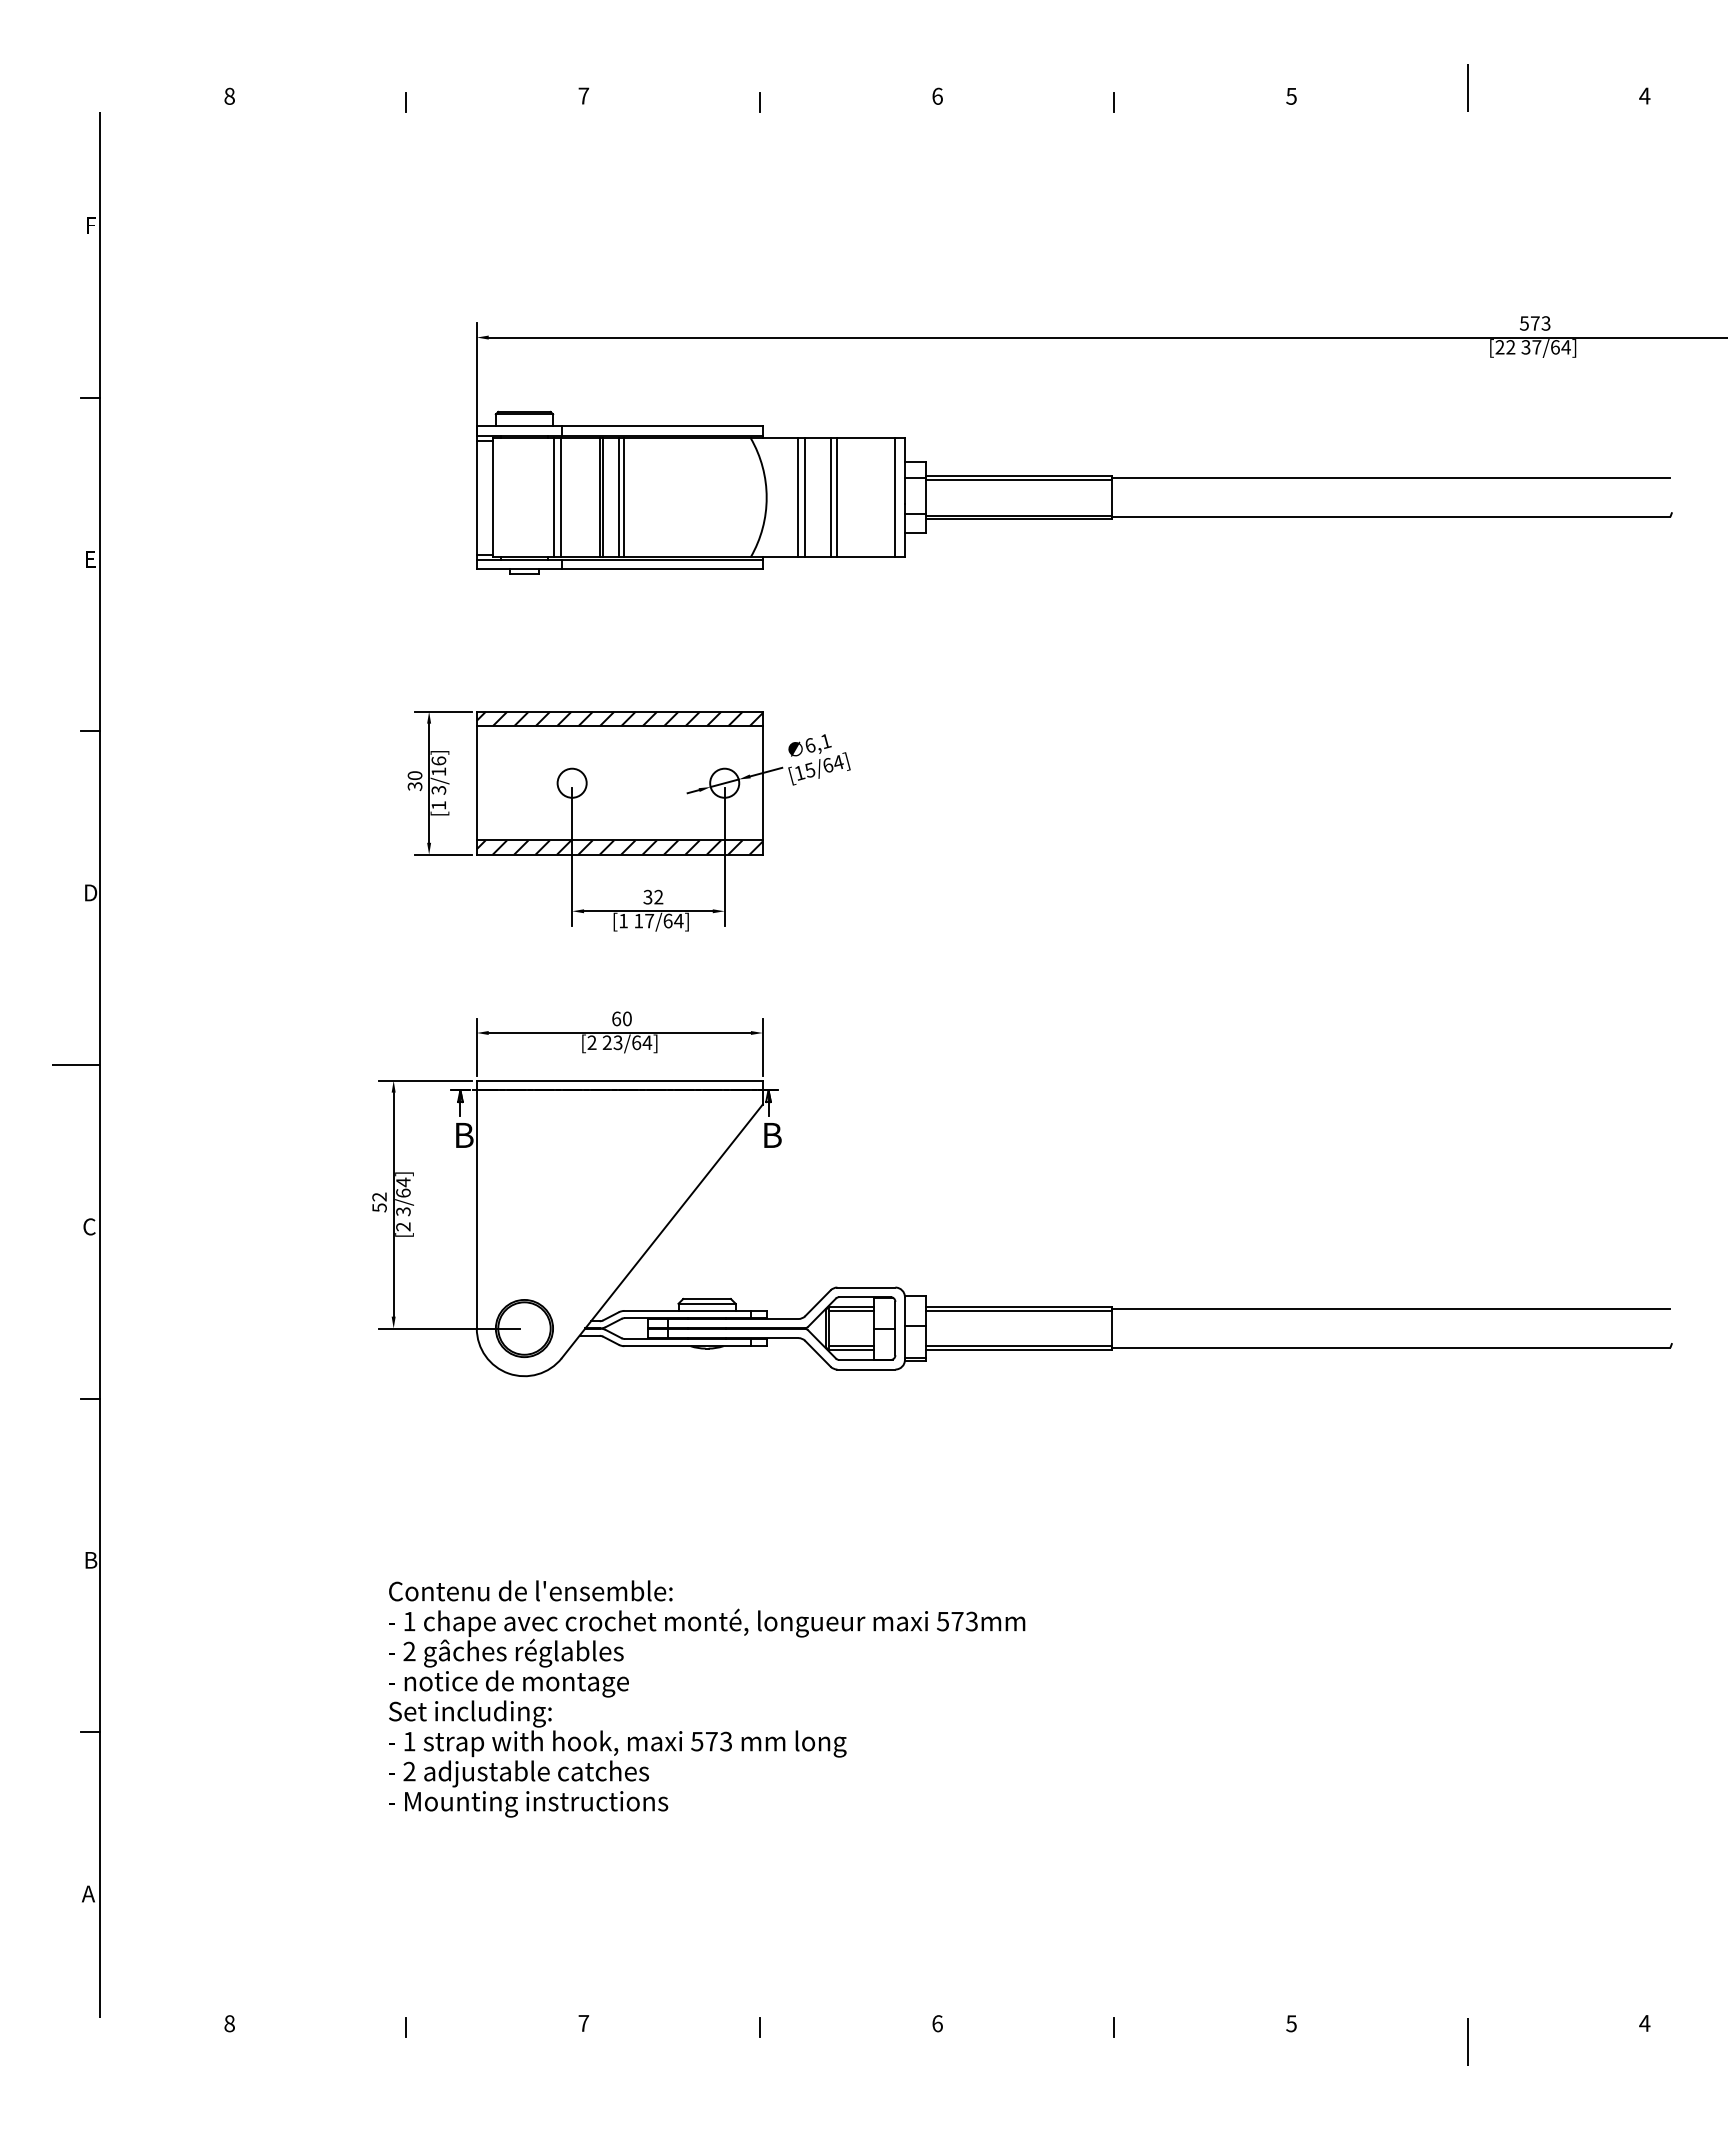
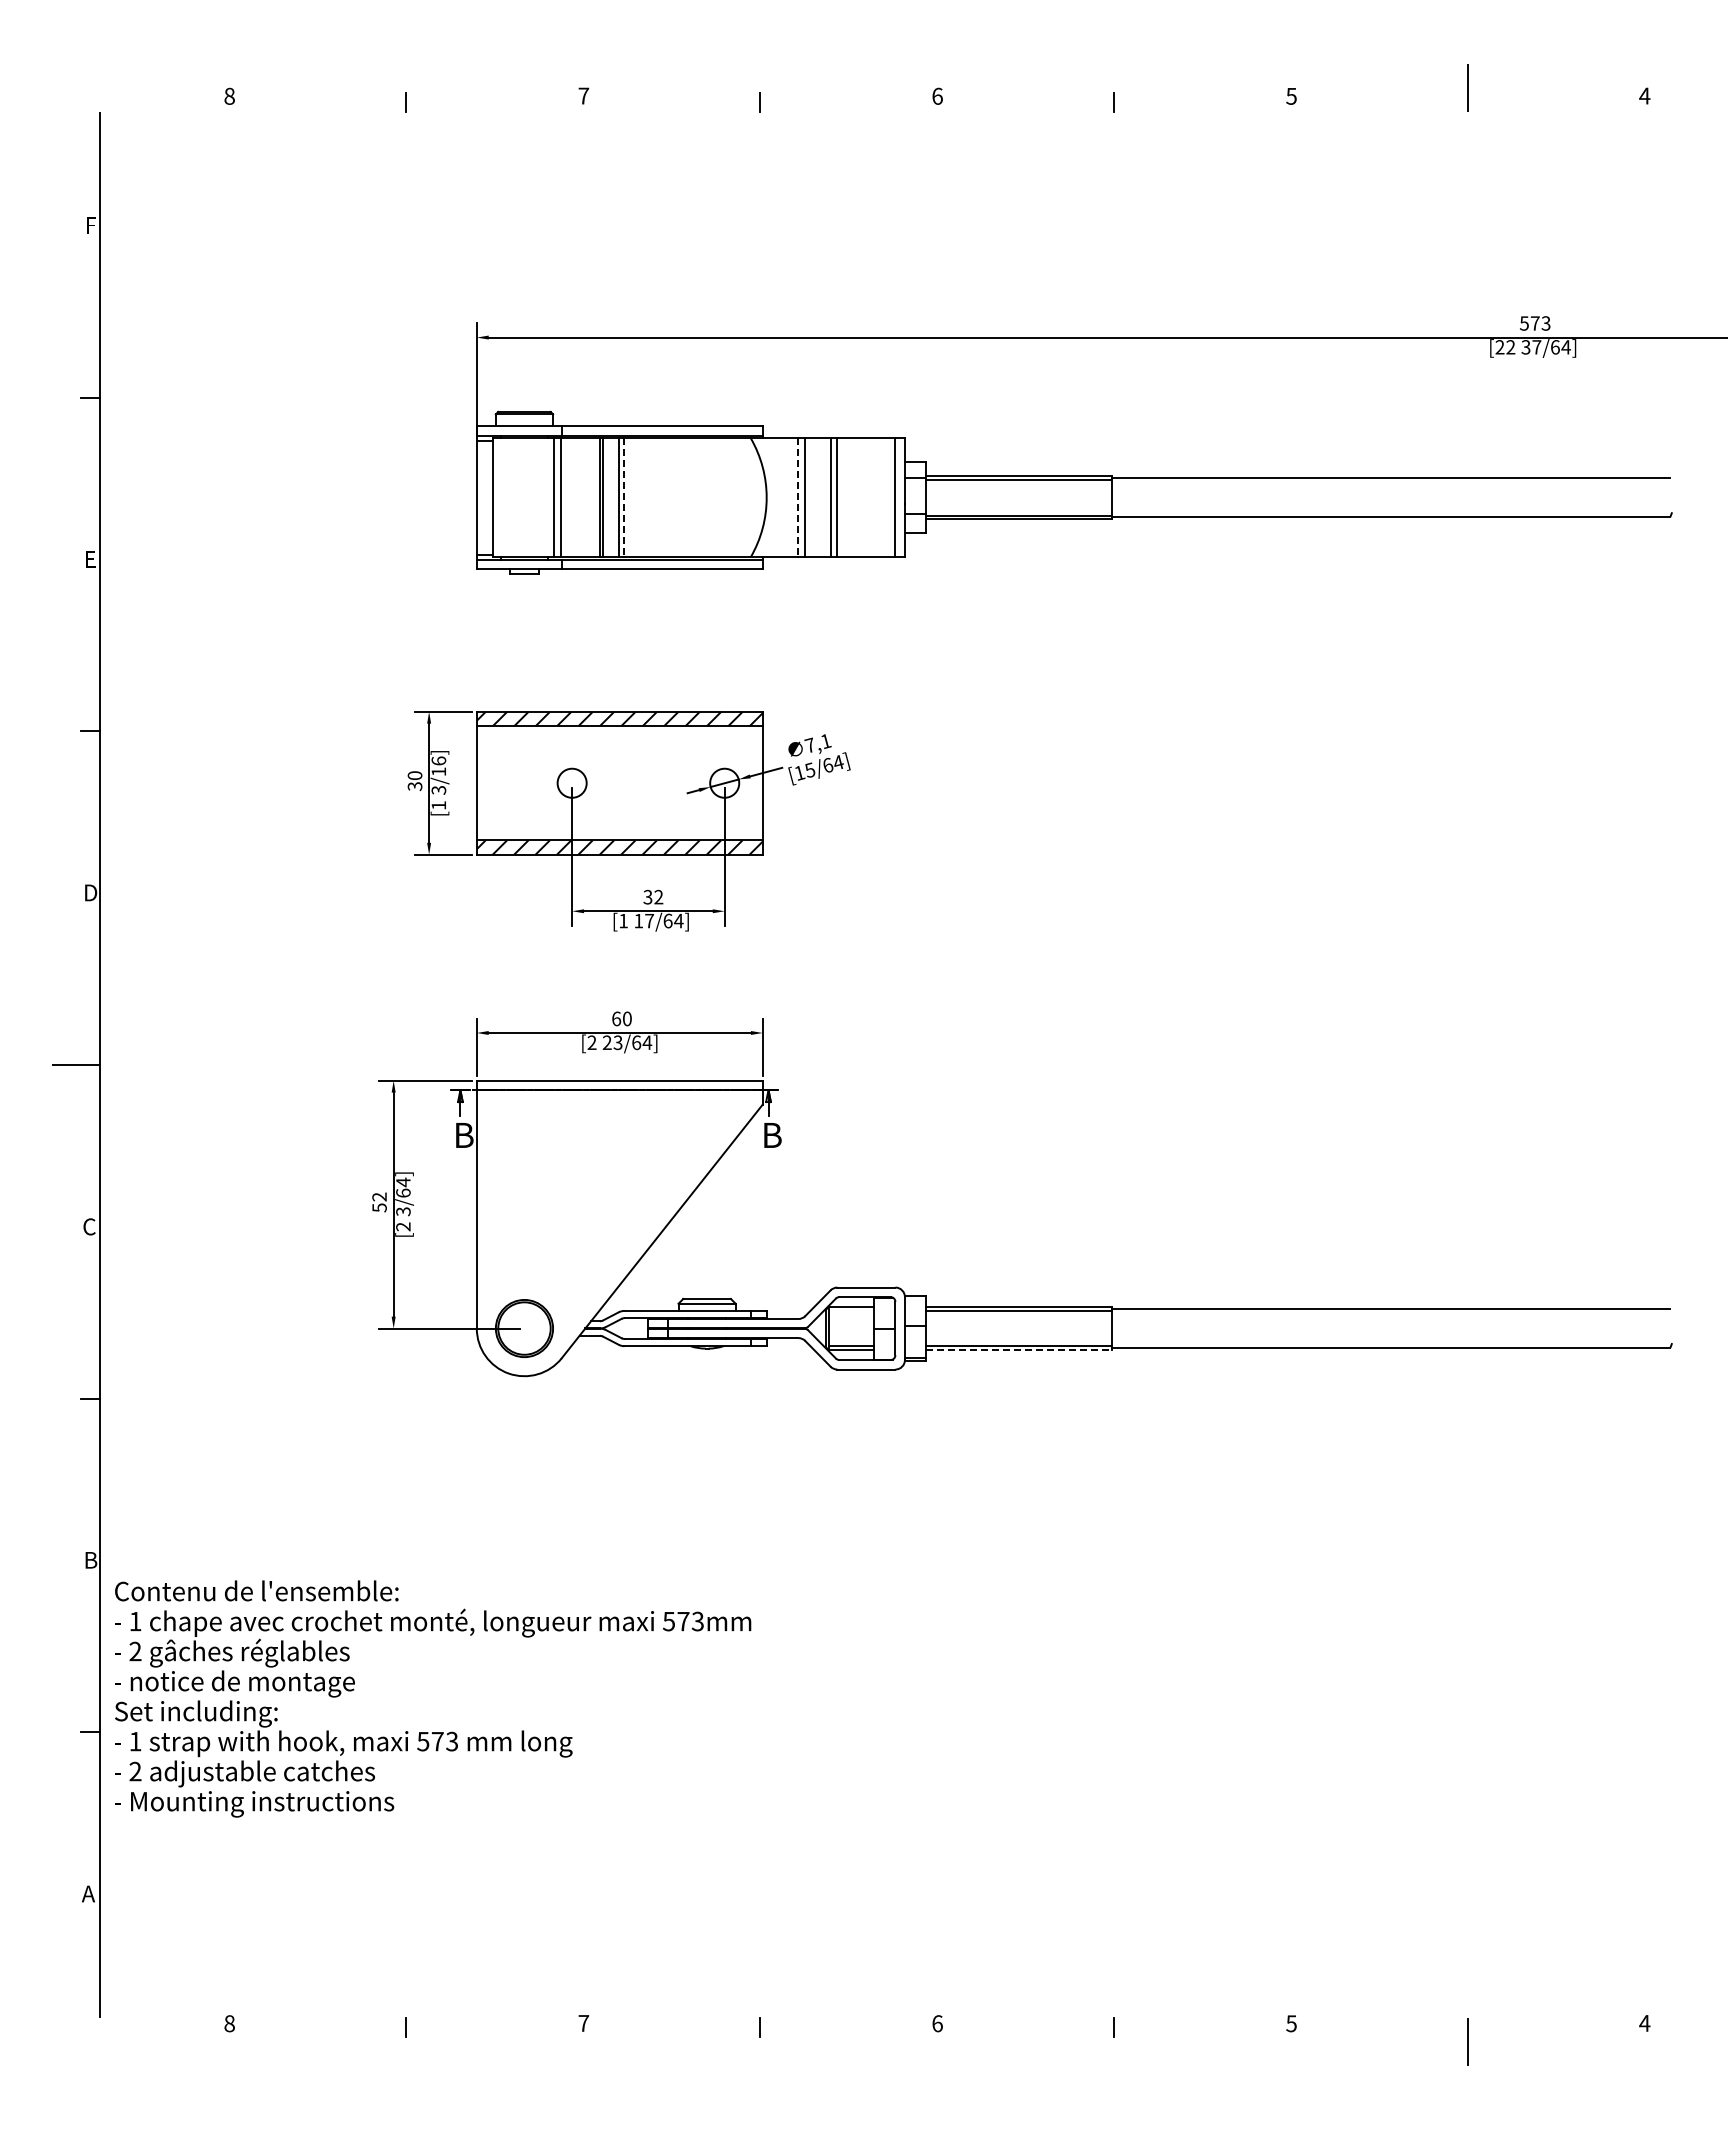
line at (624, 497): solid -> dashed
line at (798, 497): solid -> dashed
text at (809, 744): 6,1 -> 7,1
line at (850, 1310): present -> none
line at (1019, 1350): solid -> dashed
text at (707, 1698) position: (707, 1698) -> (433, 1698)
